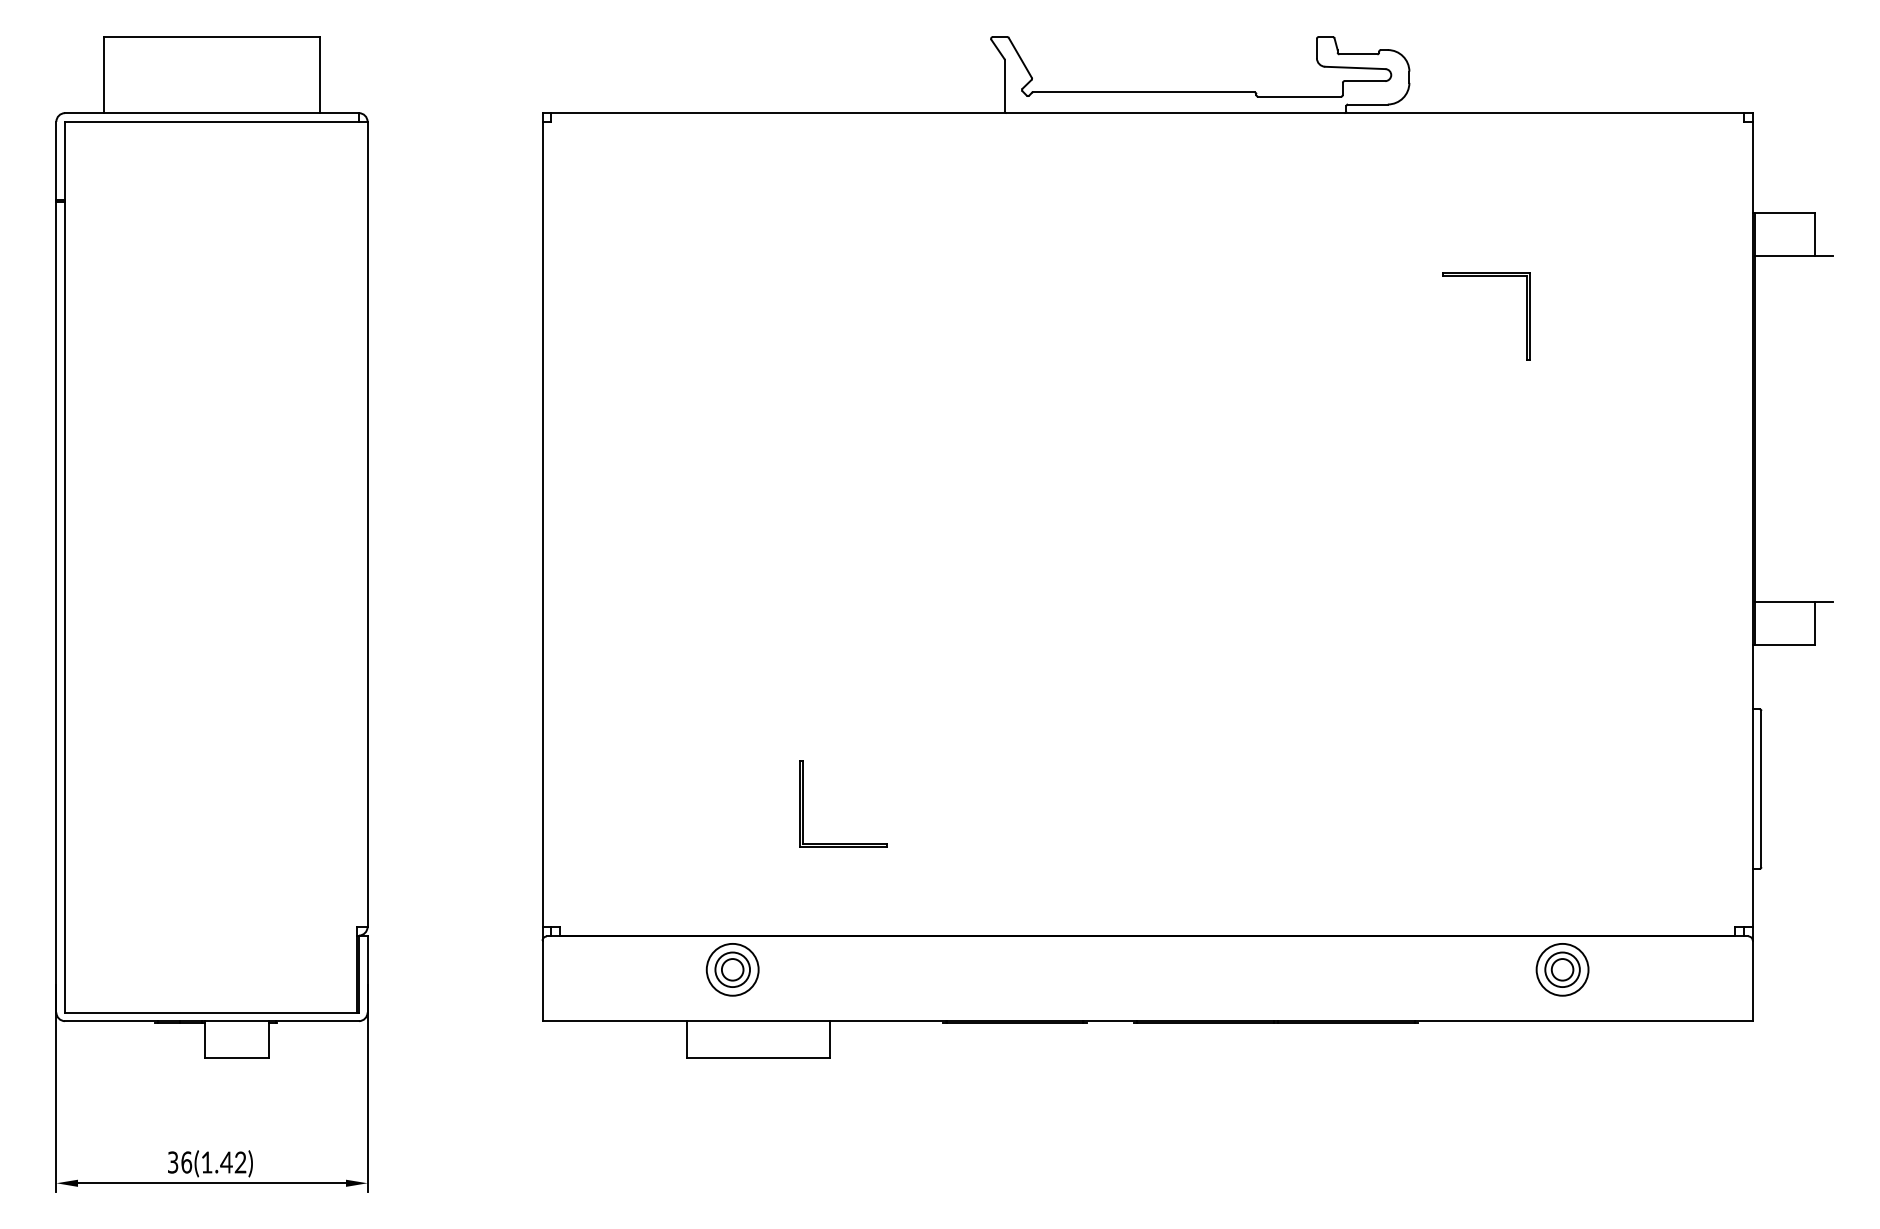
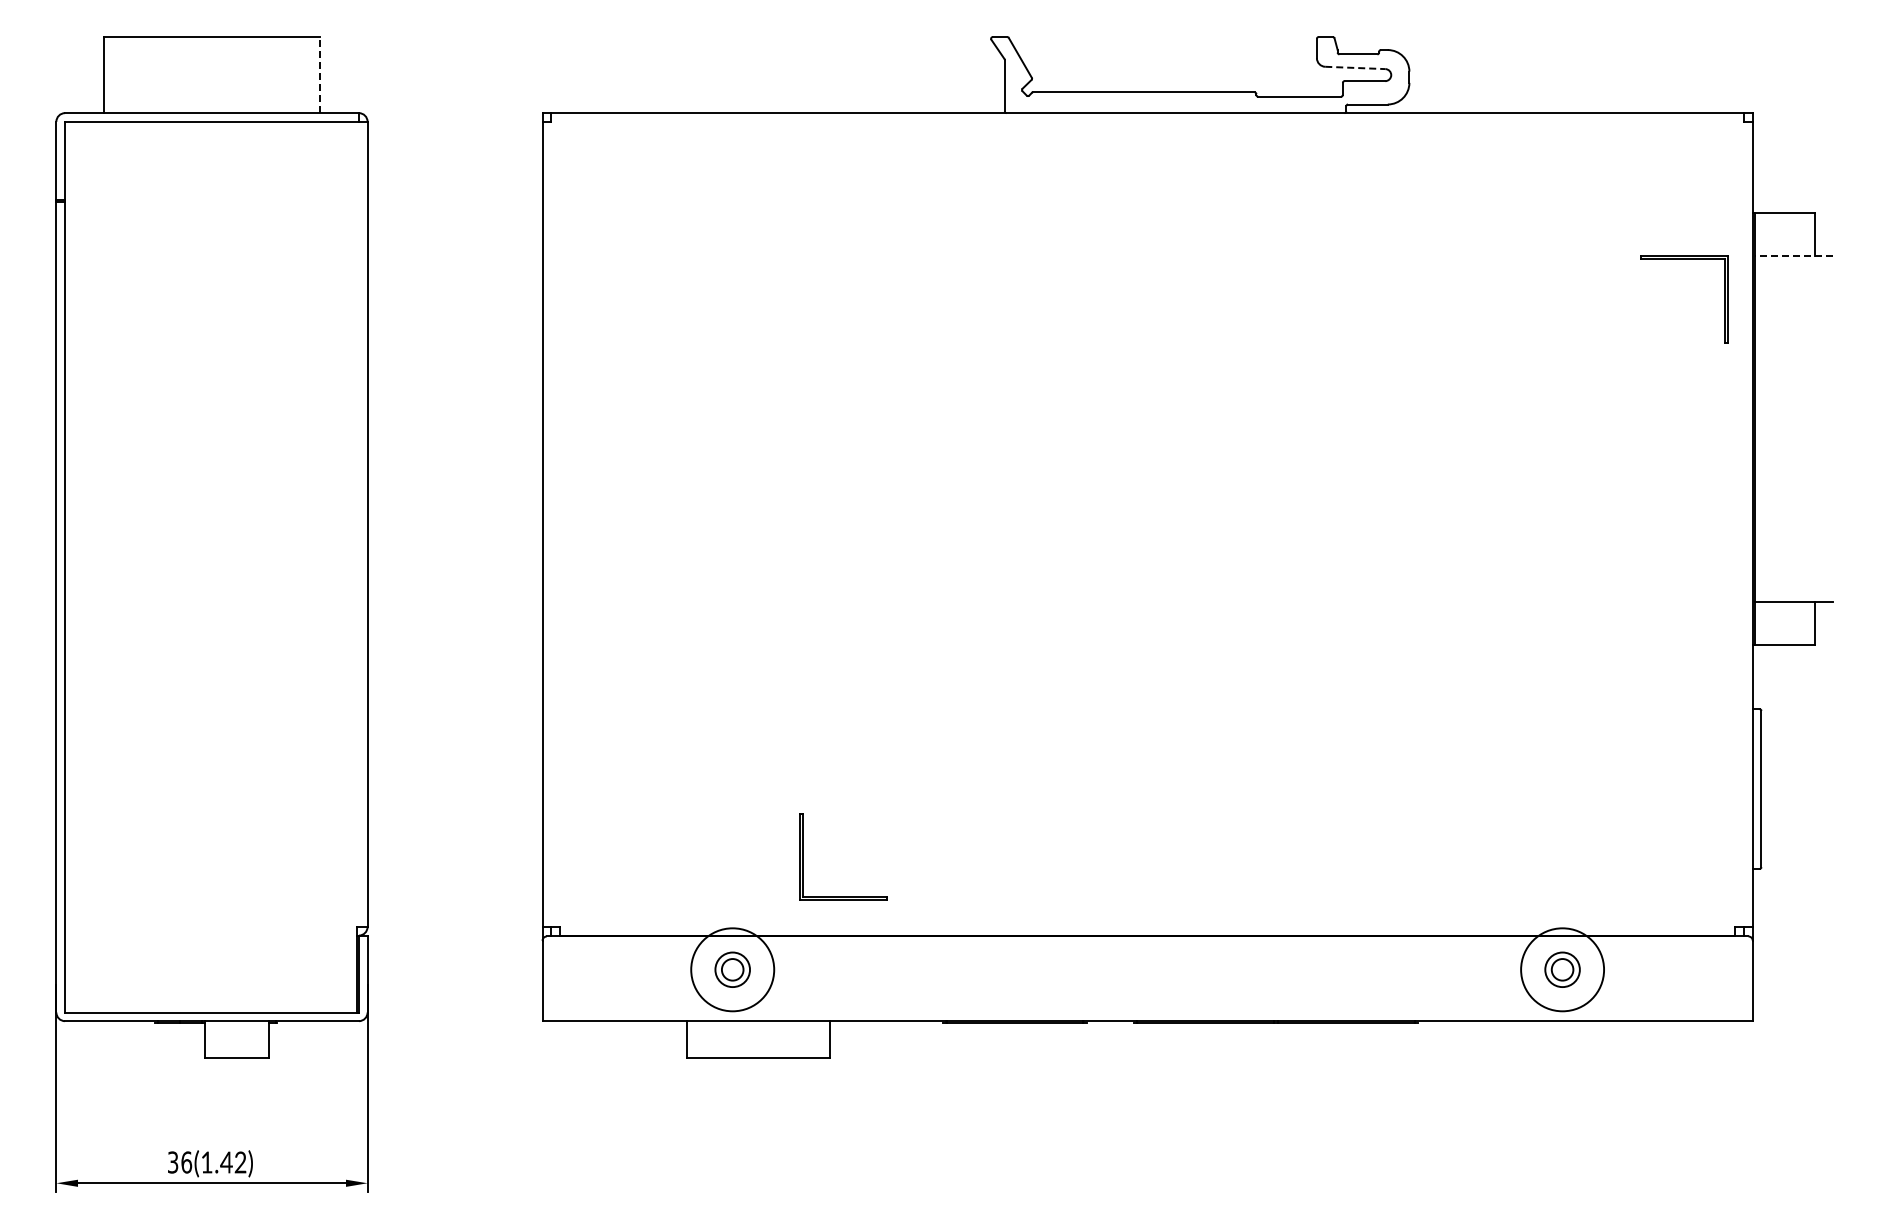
line at (1355, 67): solid -> dashed
line at (320, 74): solid -> dashed
line at (1793, 256): solid -> dashed
part at (1486, 276) position: (1486, 276) -> (1684, 259)
part at (803, 803) position: (803, 803) -> (803, 856)
circle at (732, 969) diameter: 52 px -> 83 px
circle at (1562, 969) diameter: 52 px -> 83 px
